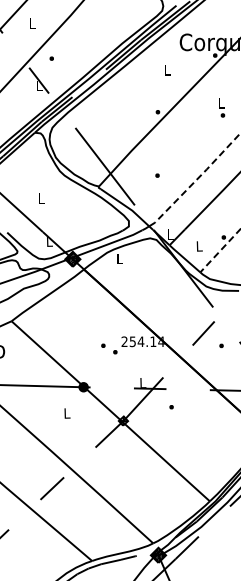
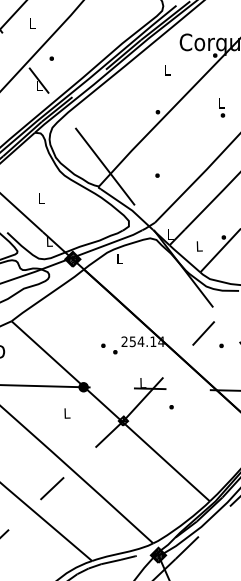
line at (198, 177): dashed -> solid
line at (220, 251): dashed -> solid
